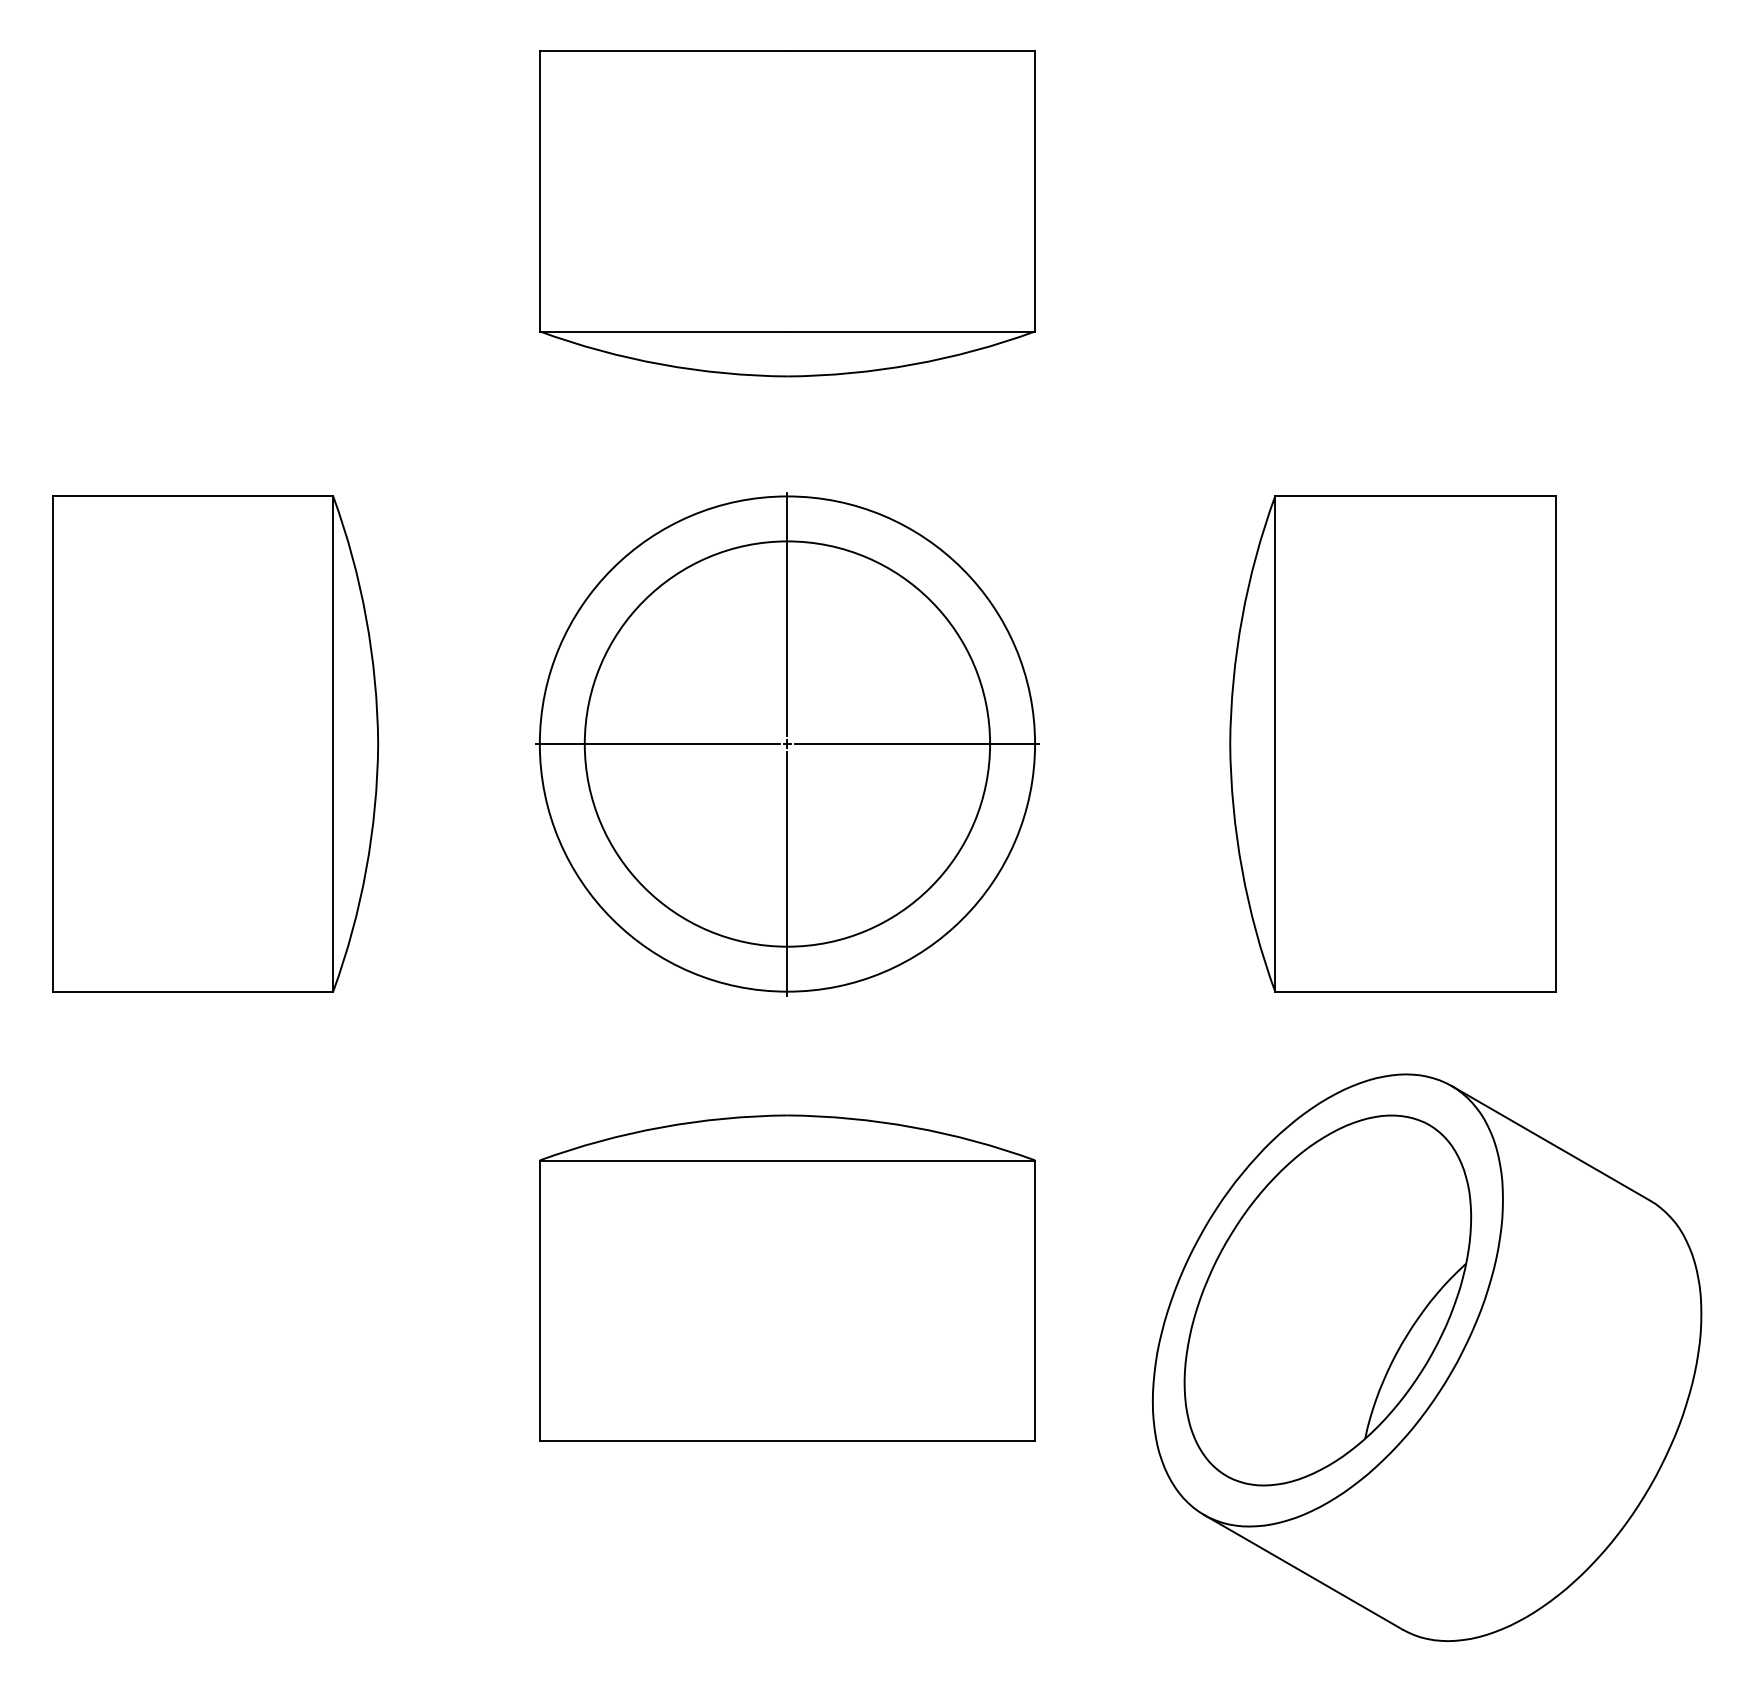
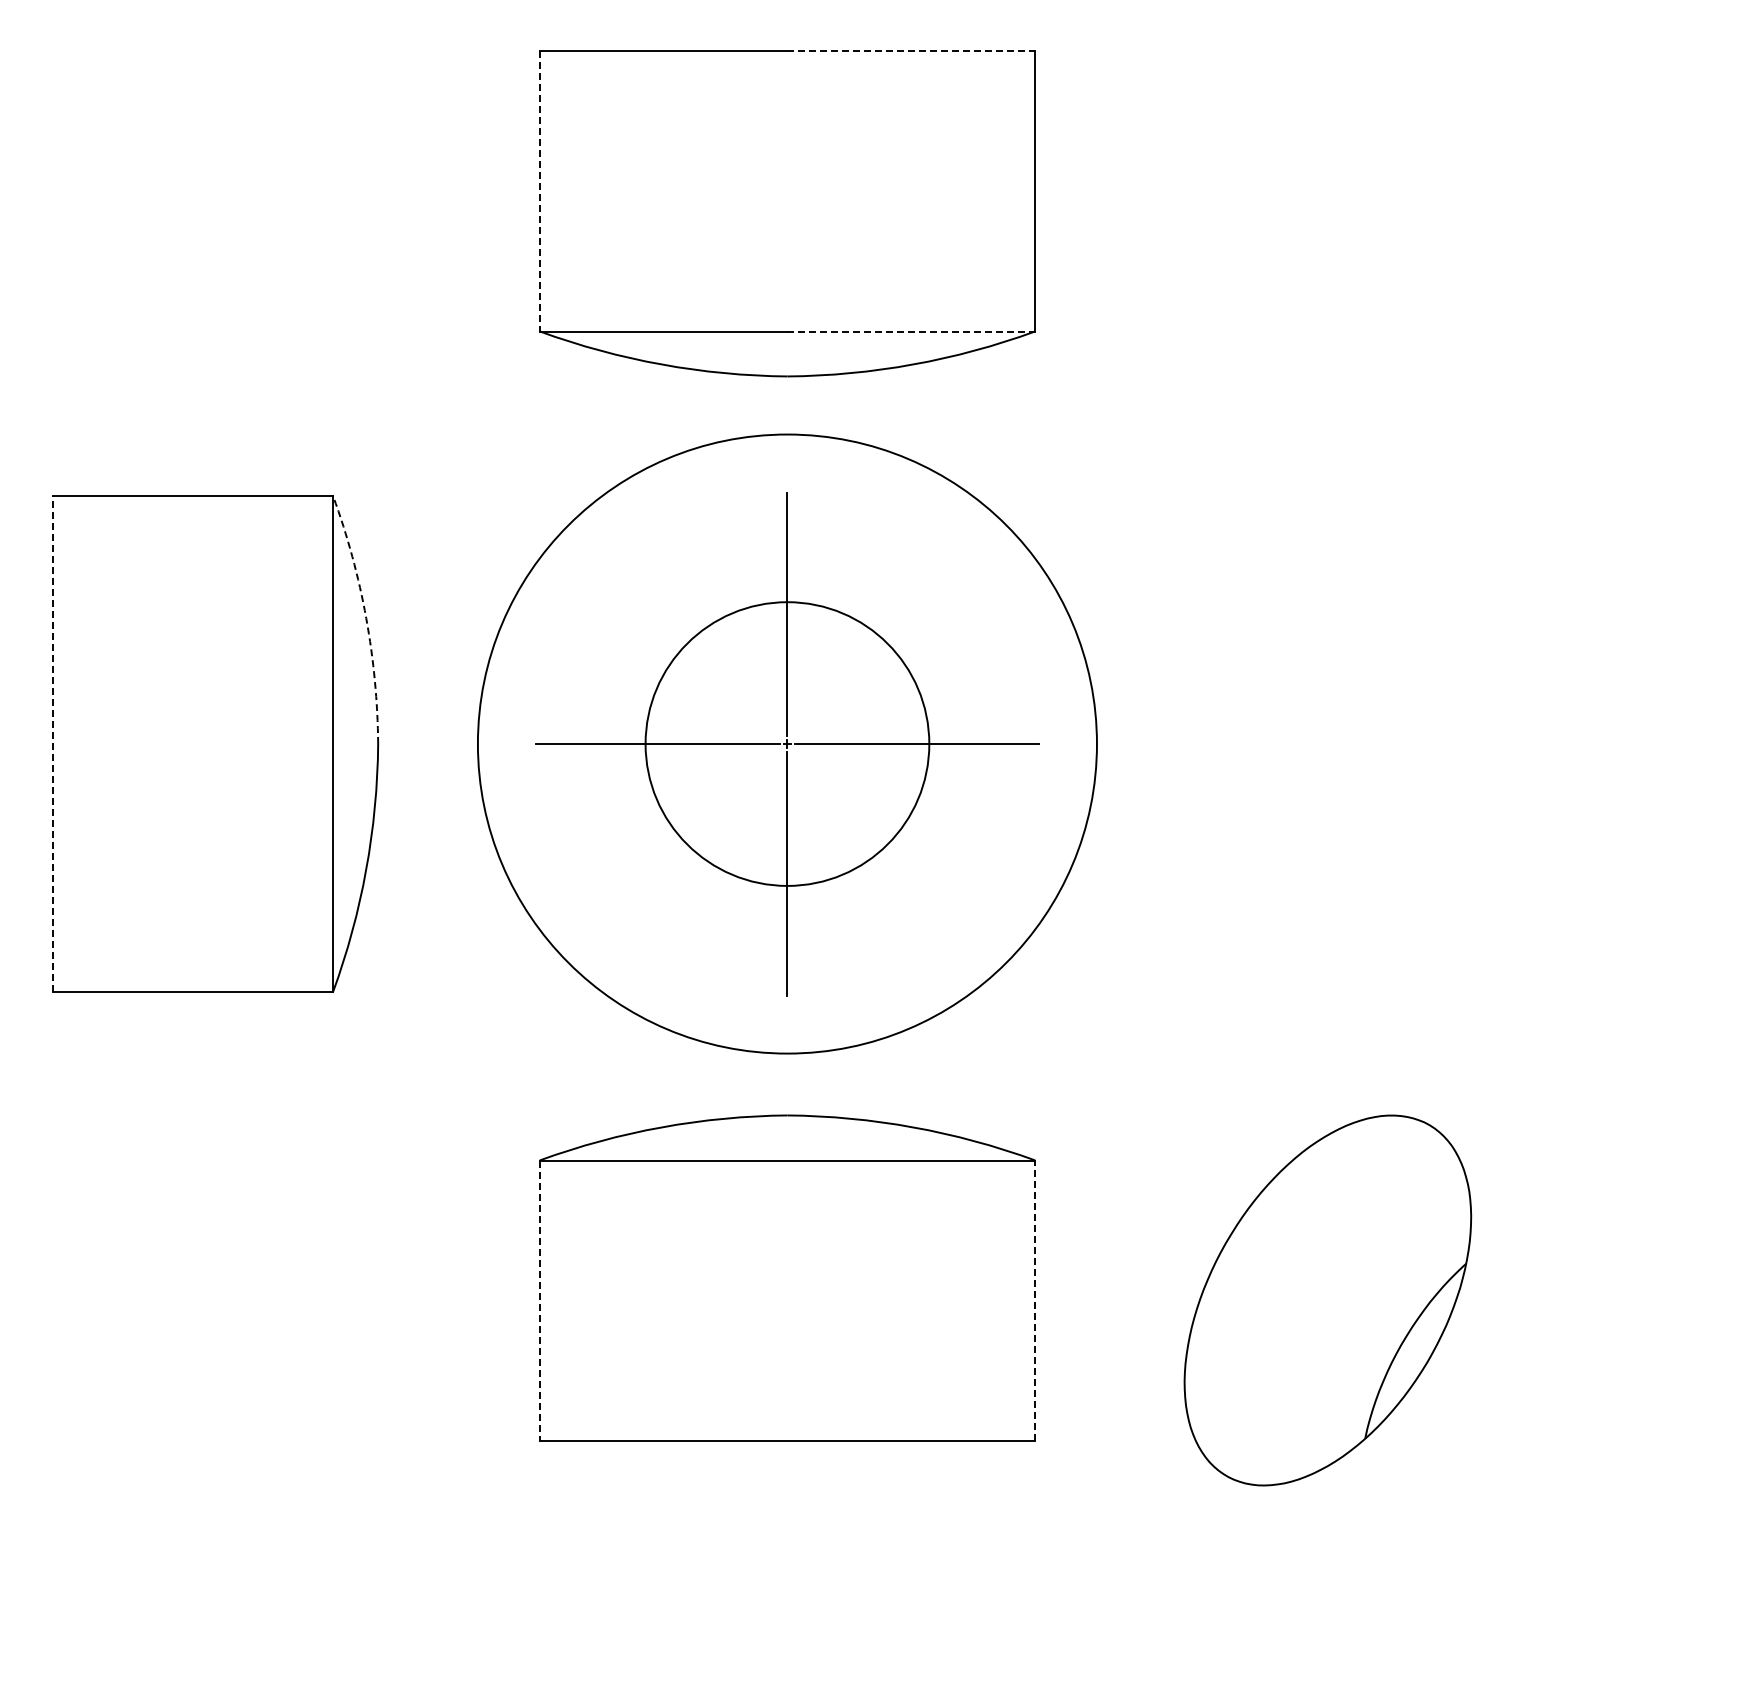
line at (911, 50): solid -> dashed
line at (539, 191): solid -> dashed
line at (911, 331): solid -> dashed
arc at (366, 618): solid -> dashed
circle at (787, 743) diameter: 405 px -> 284 px
circle at (787, 743) diameter: 495 px -> 619 px
part at (1392, 743): present -> none
line at (52, 744): solid -> dashed
line at (1035, 1300): solid -> dashed
line at (539, 1301): solid -> dashed
part at (1427, 1357): present -> none
